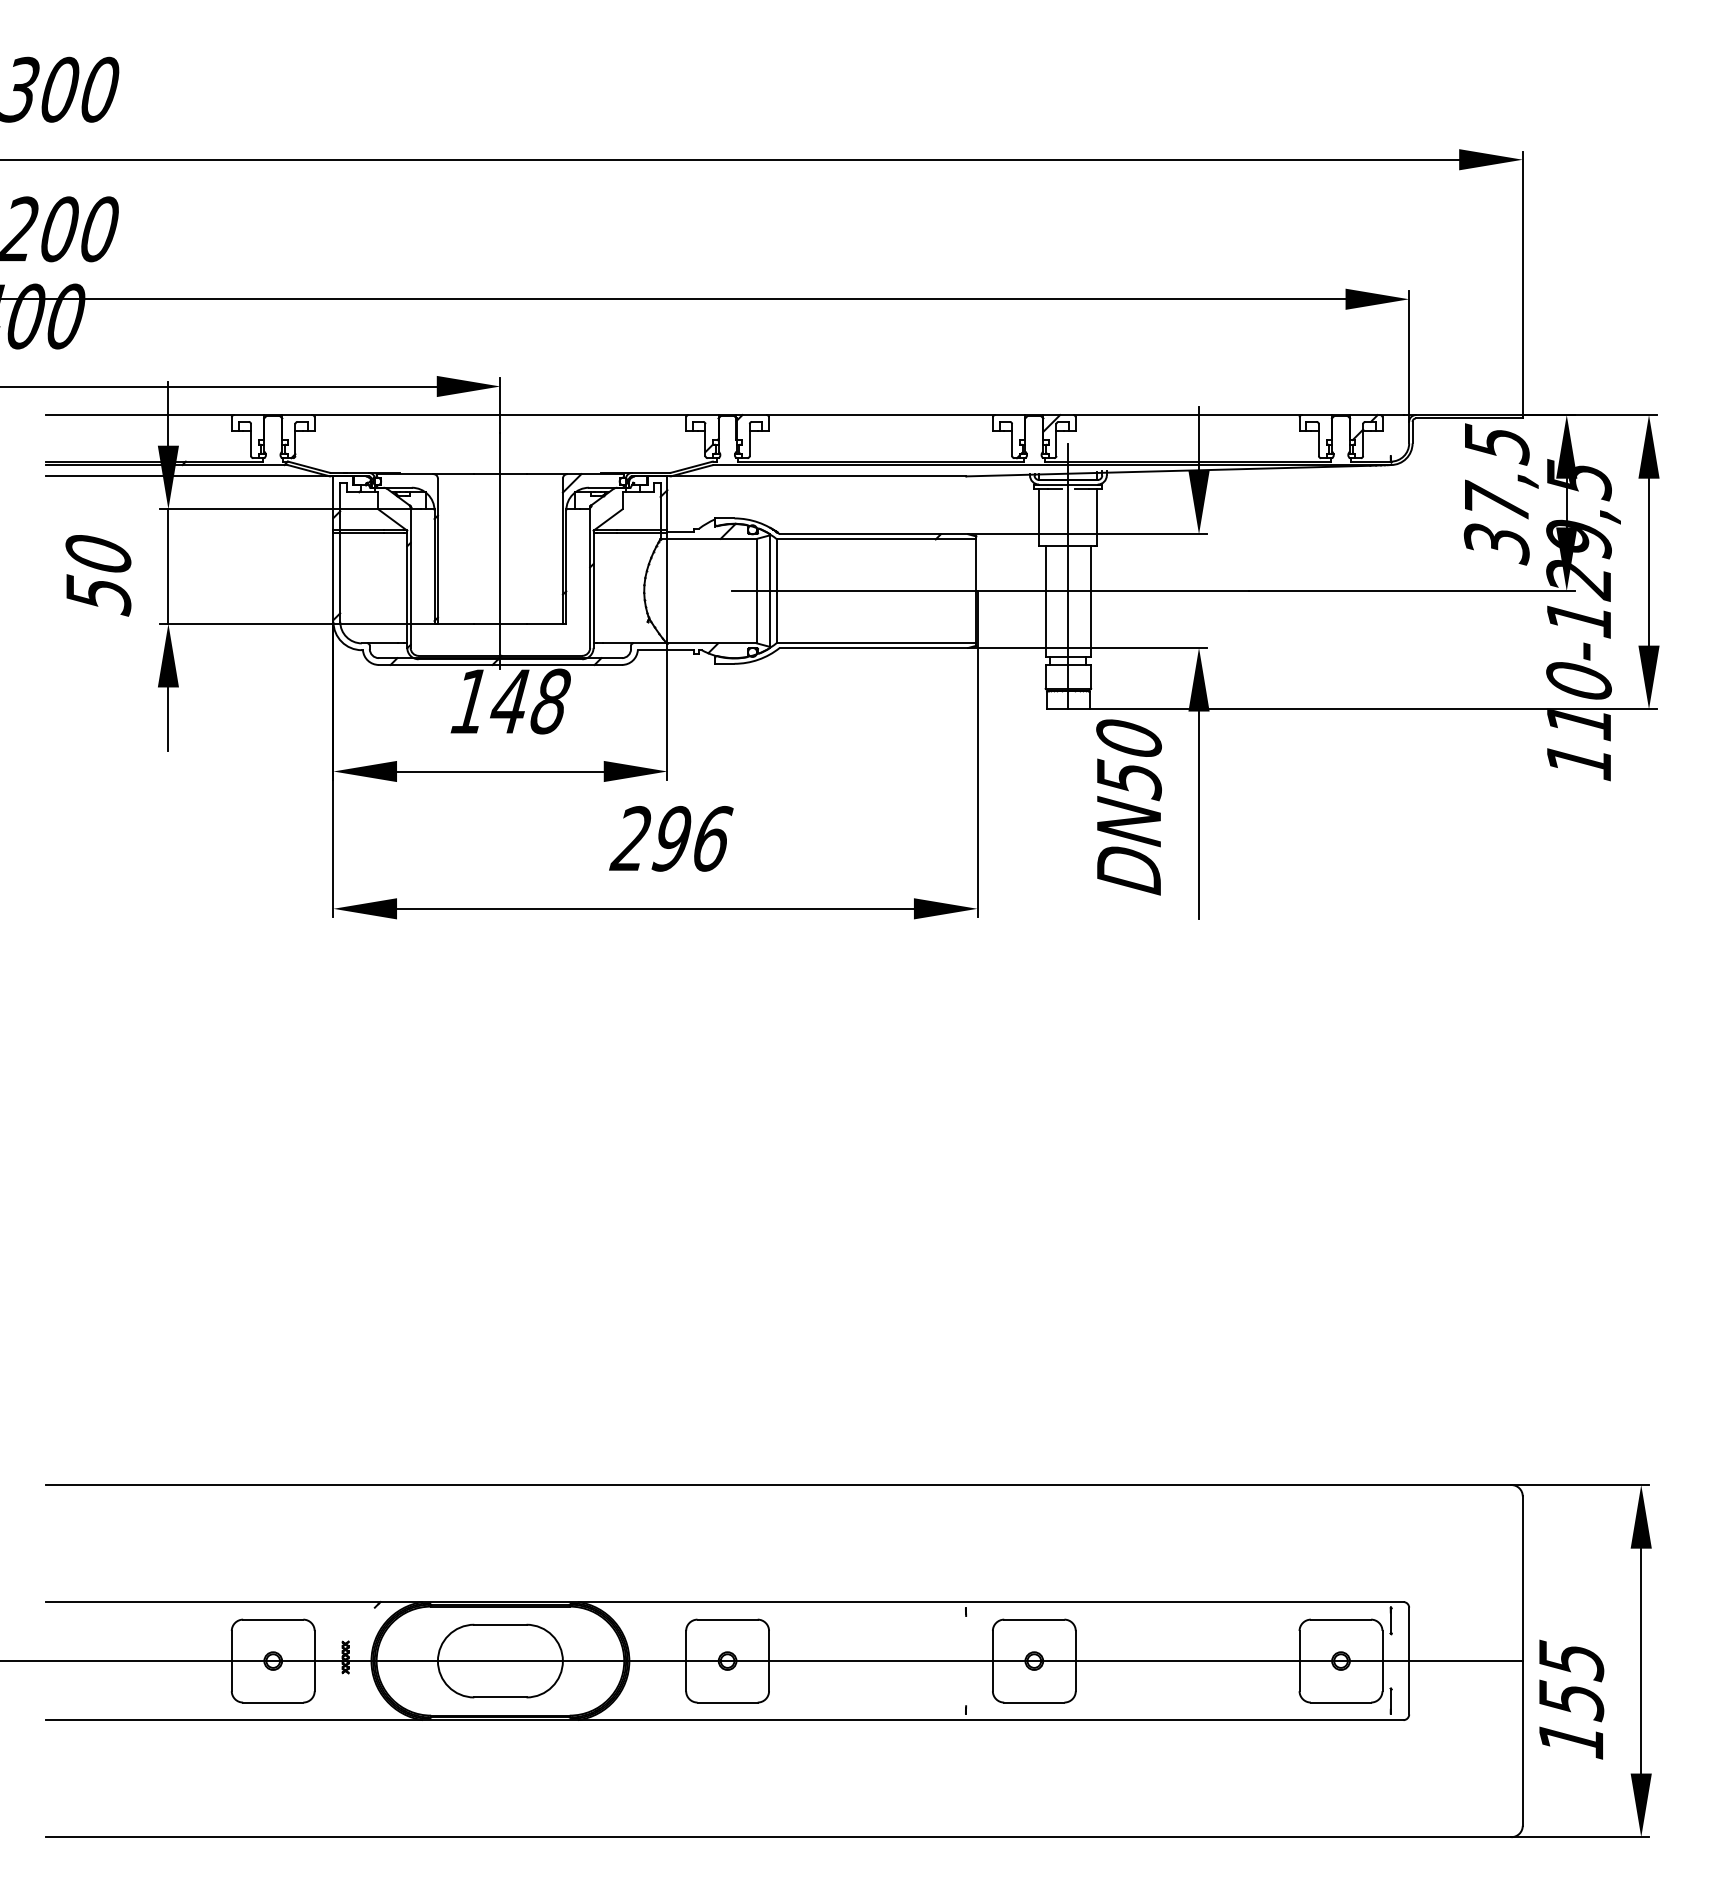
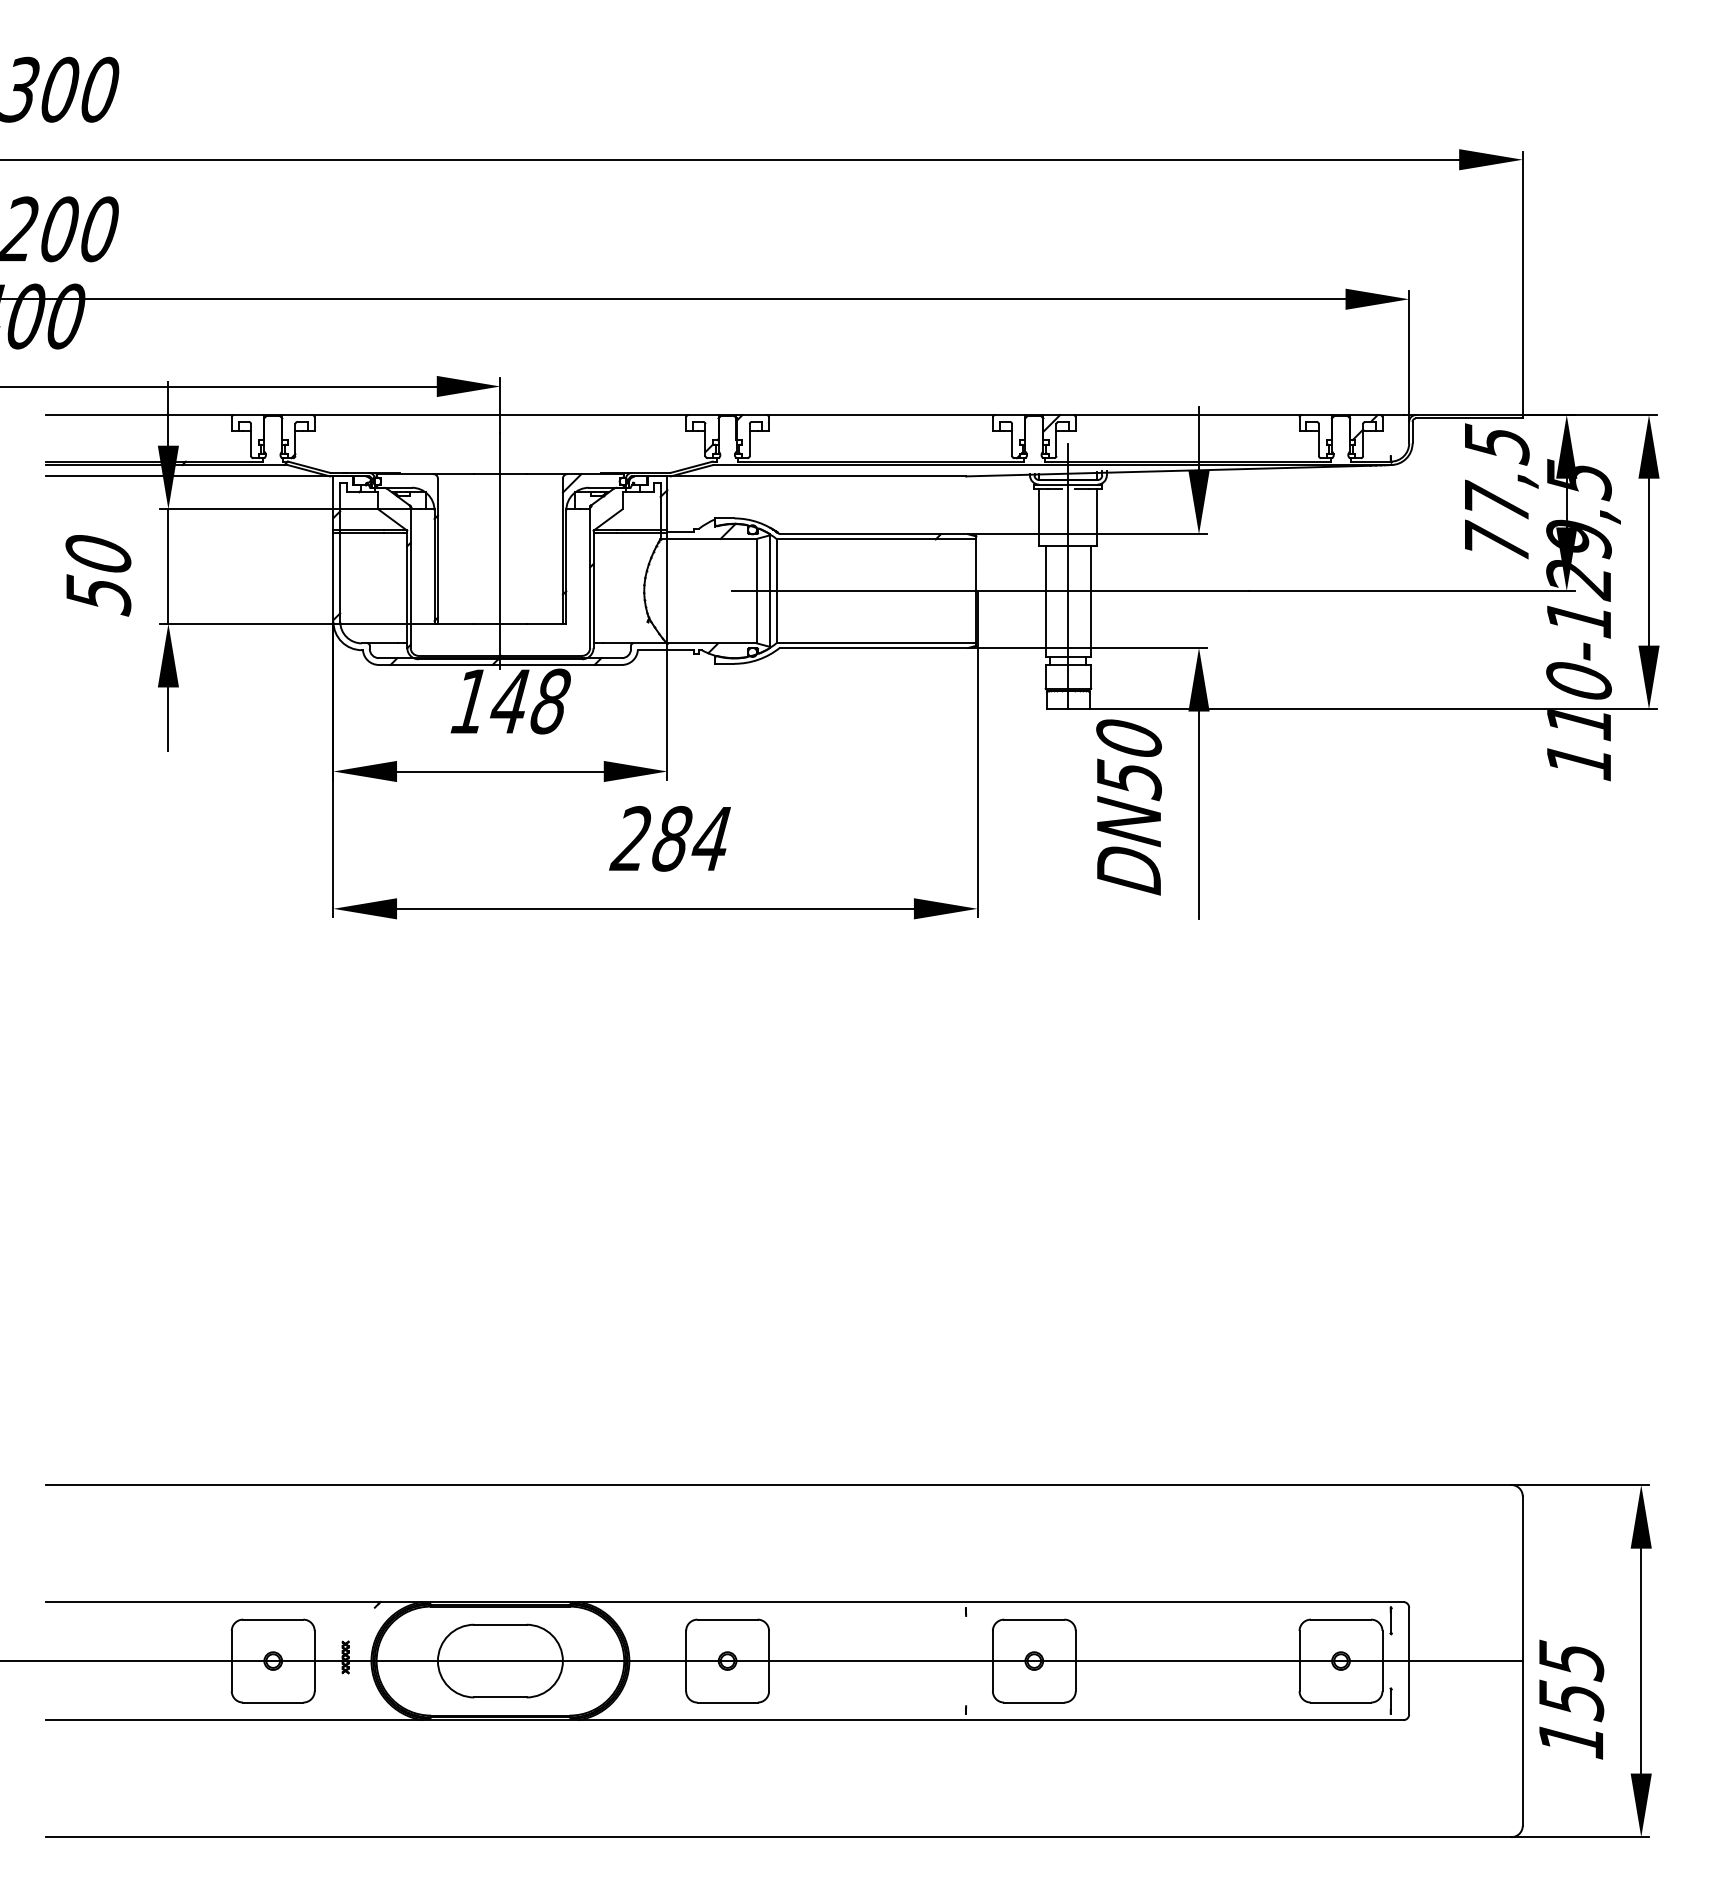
text at (1496, 542): 37,5 -> 77,5
text at (692, 838): 296 -> 284
